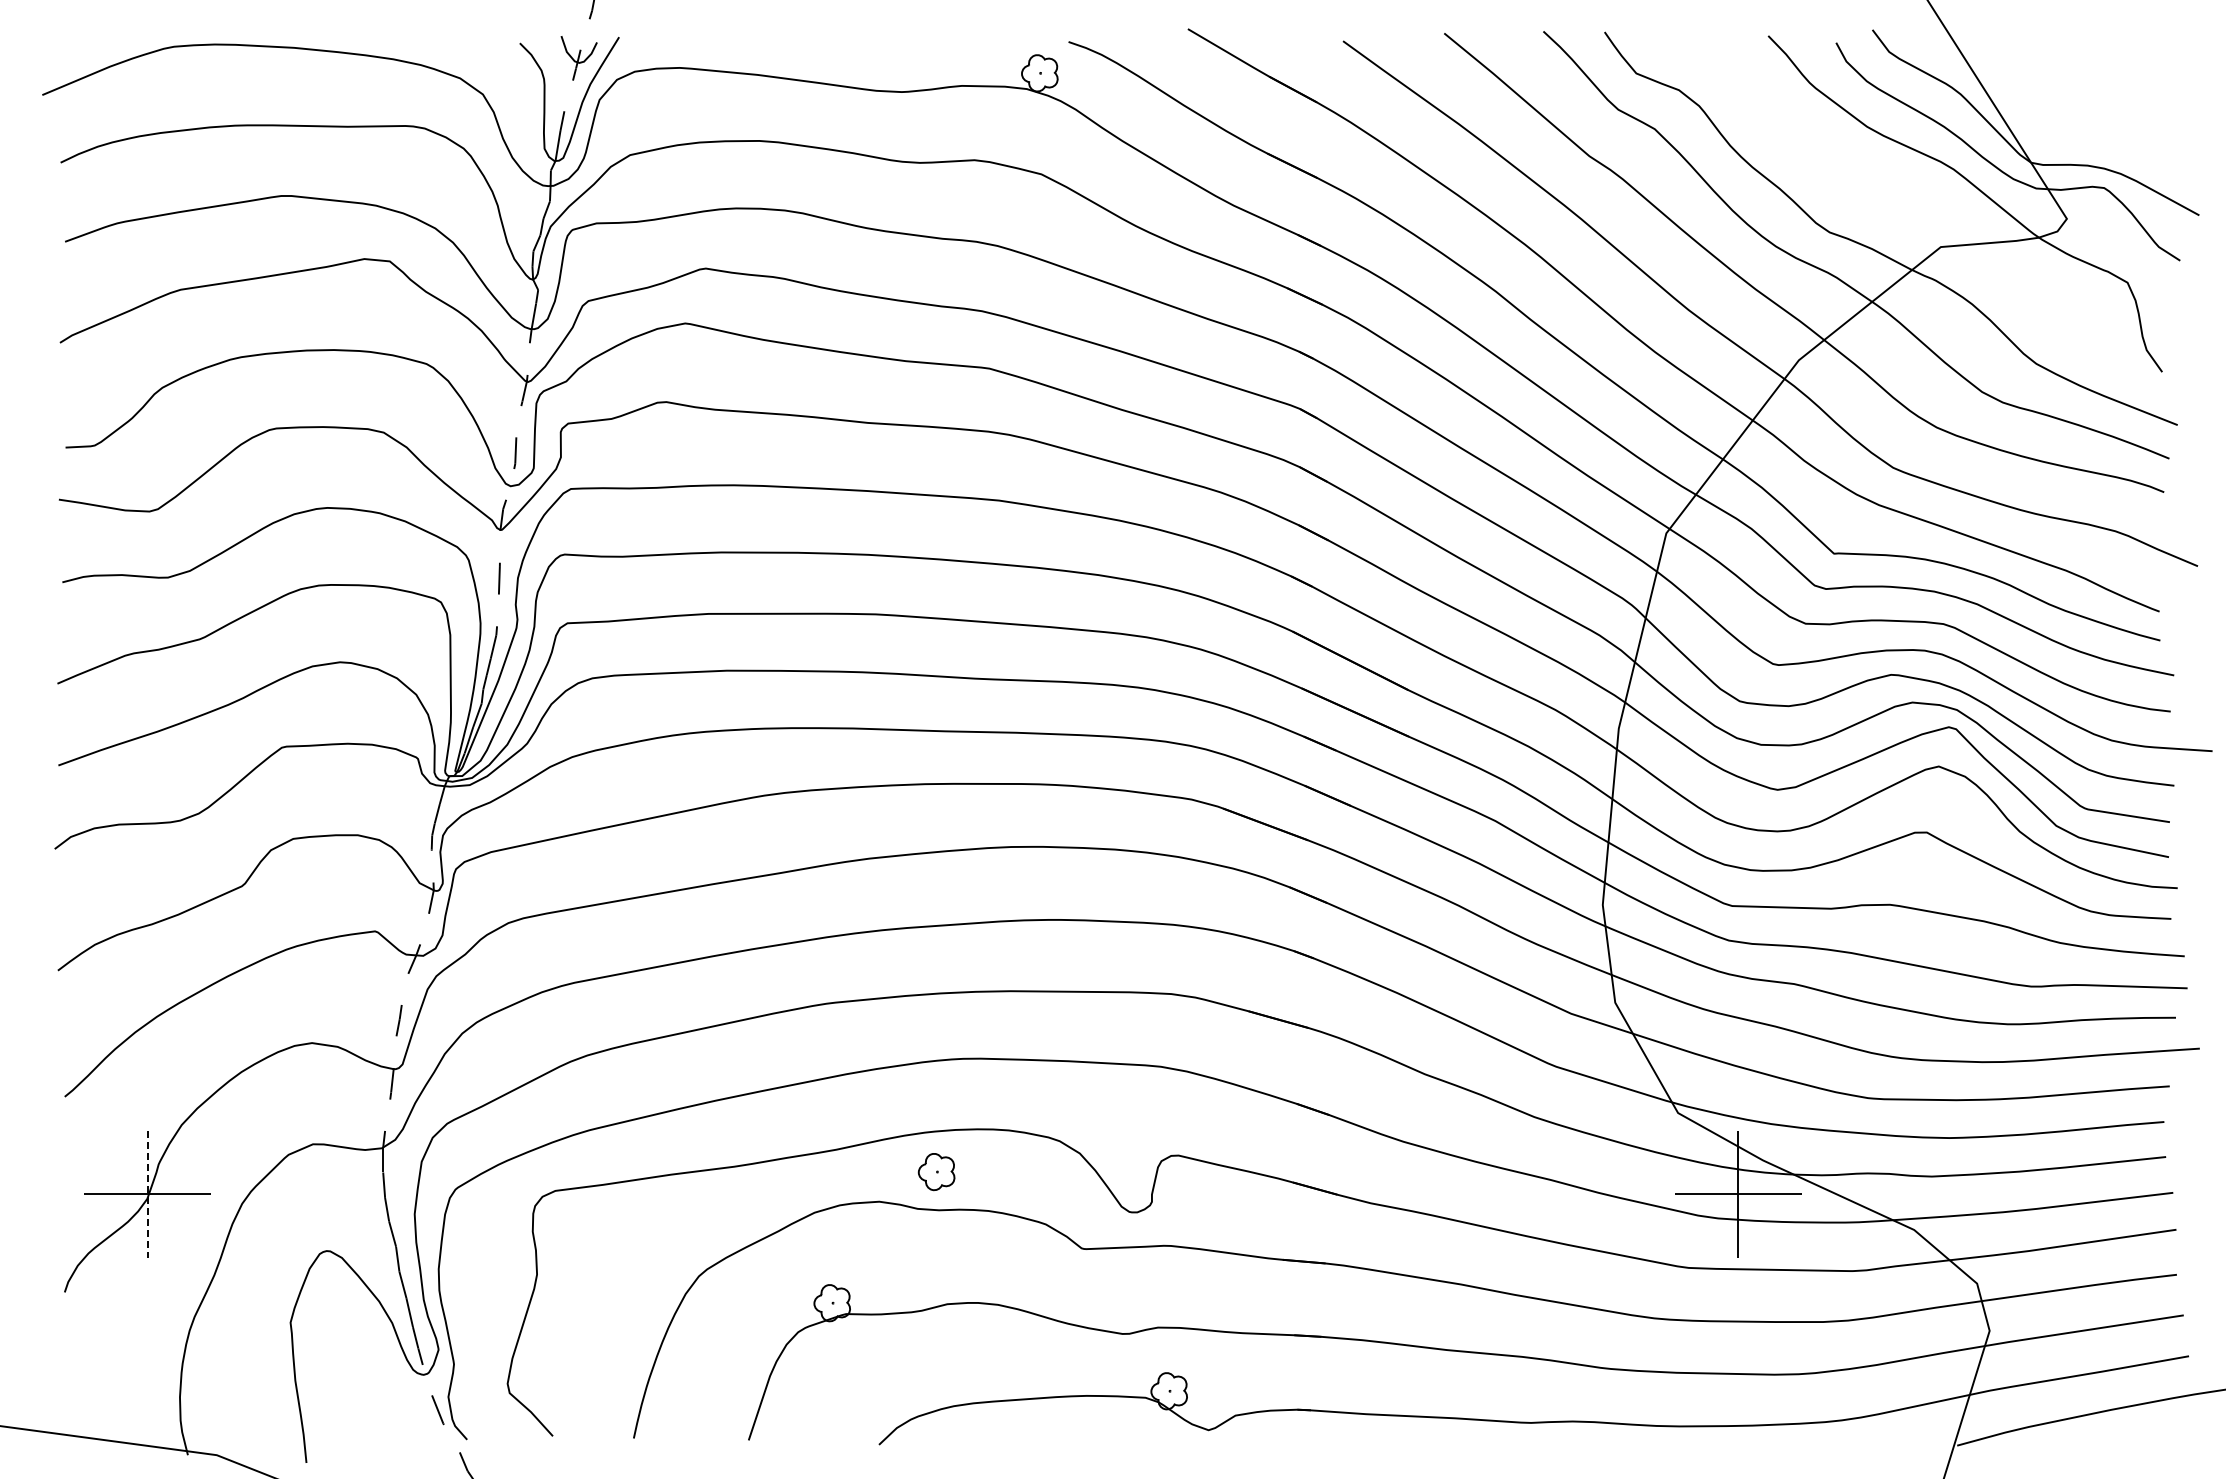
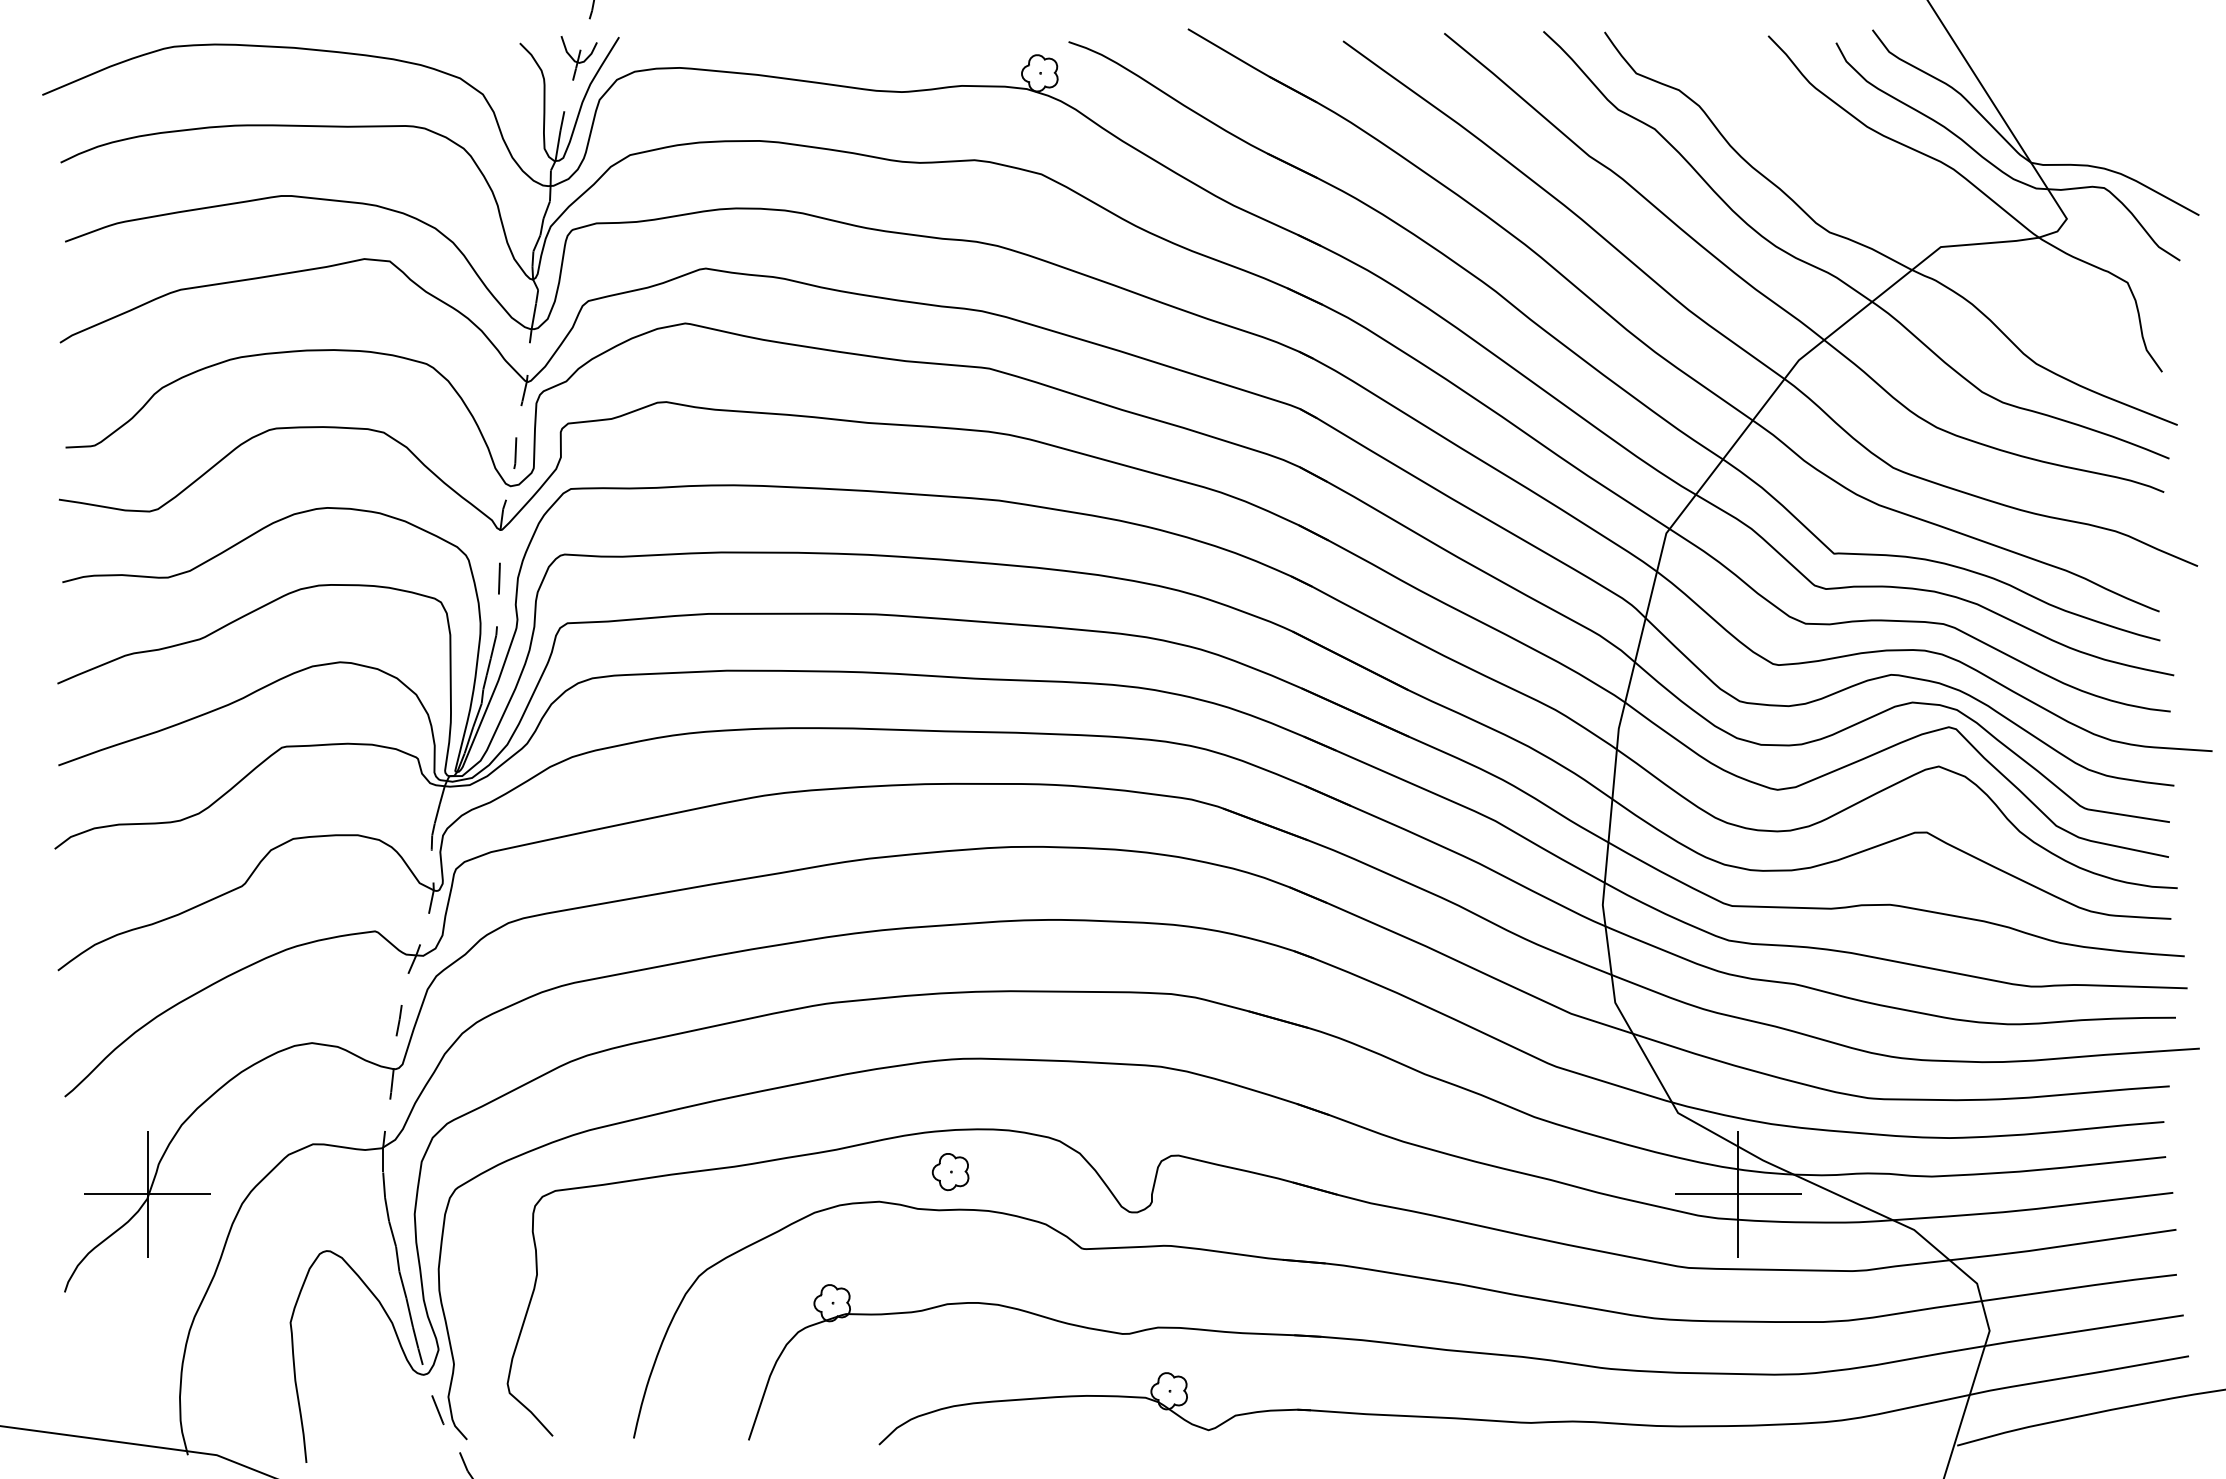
part at (936, 1172) position: (936, 1172) -> (950, 1172)
line at (147, 1194): dashed -> solid
